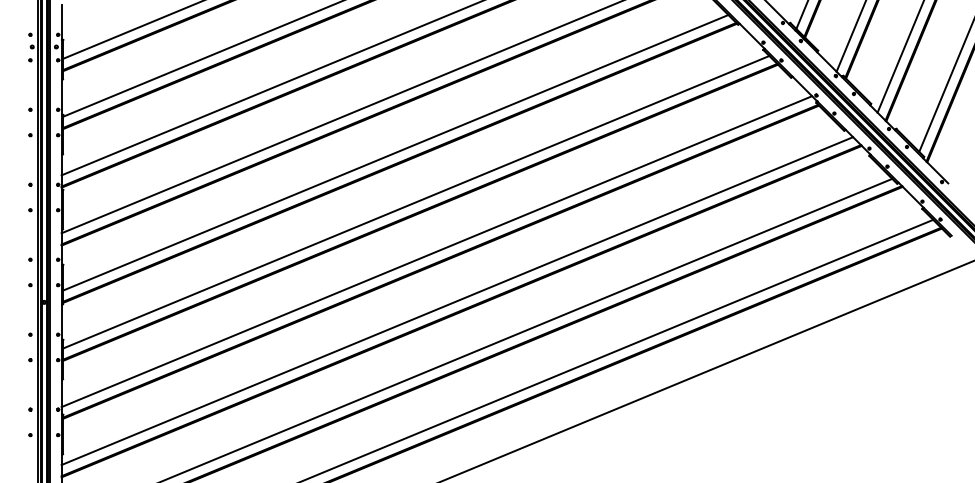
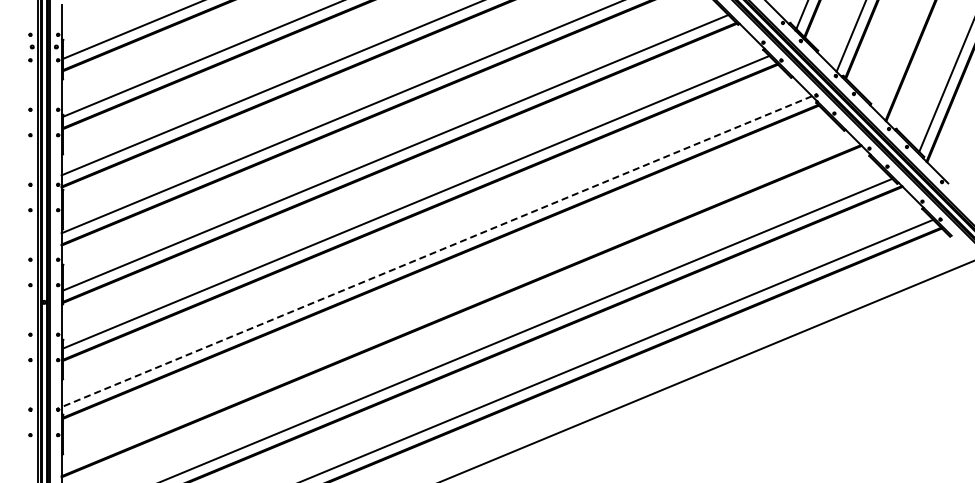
line at (900, 57): present -> none
line at (436, 251): solid -> dashed
line at (457, 301): present -> none
